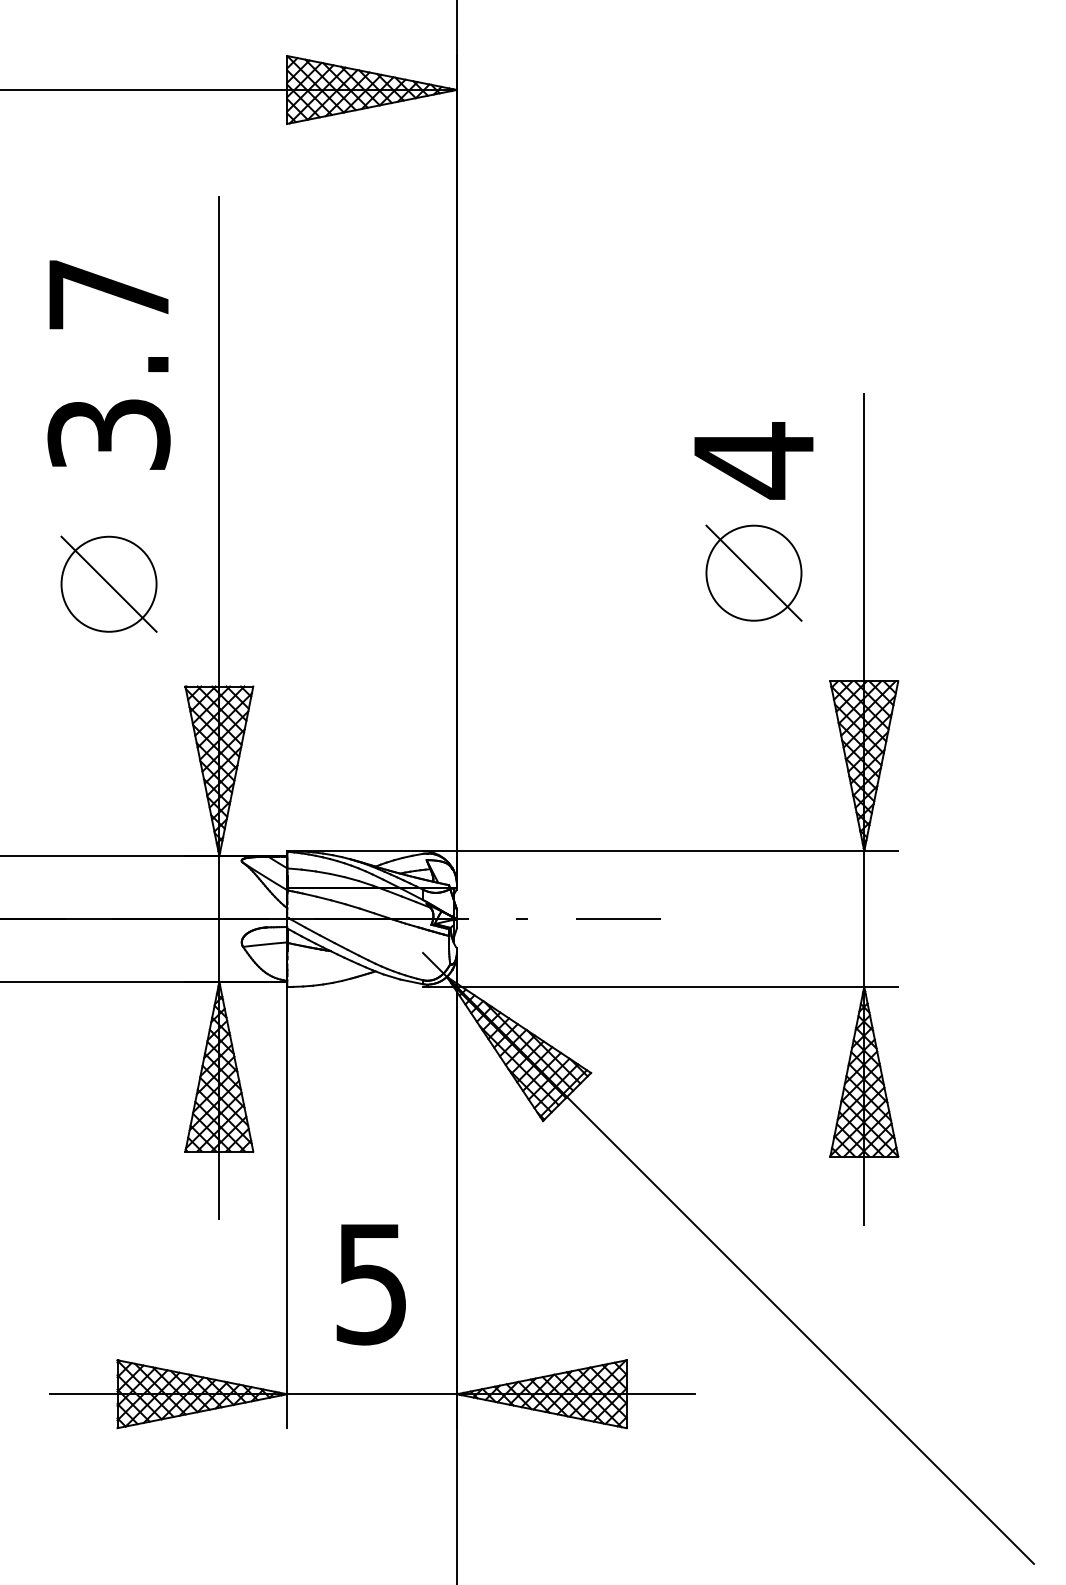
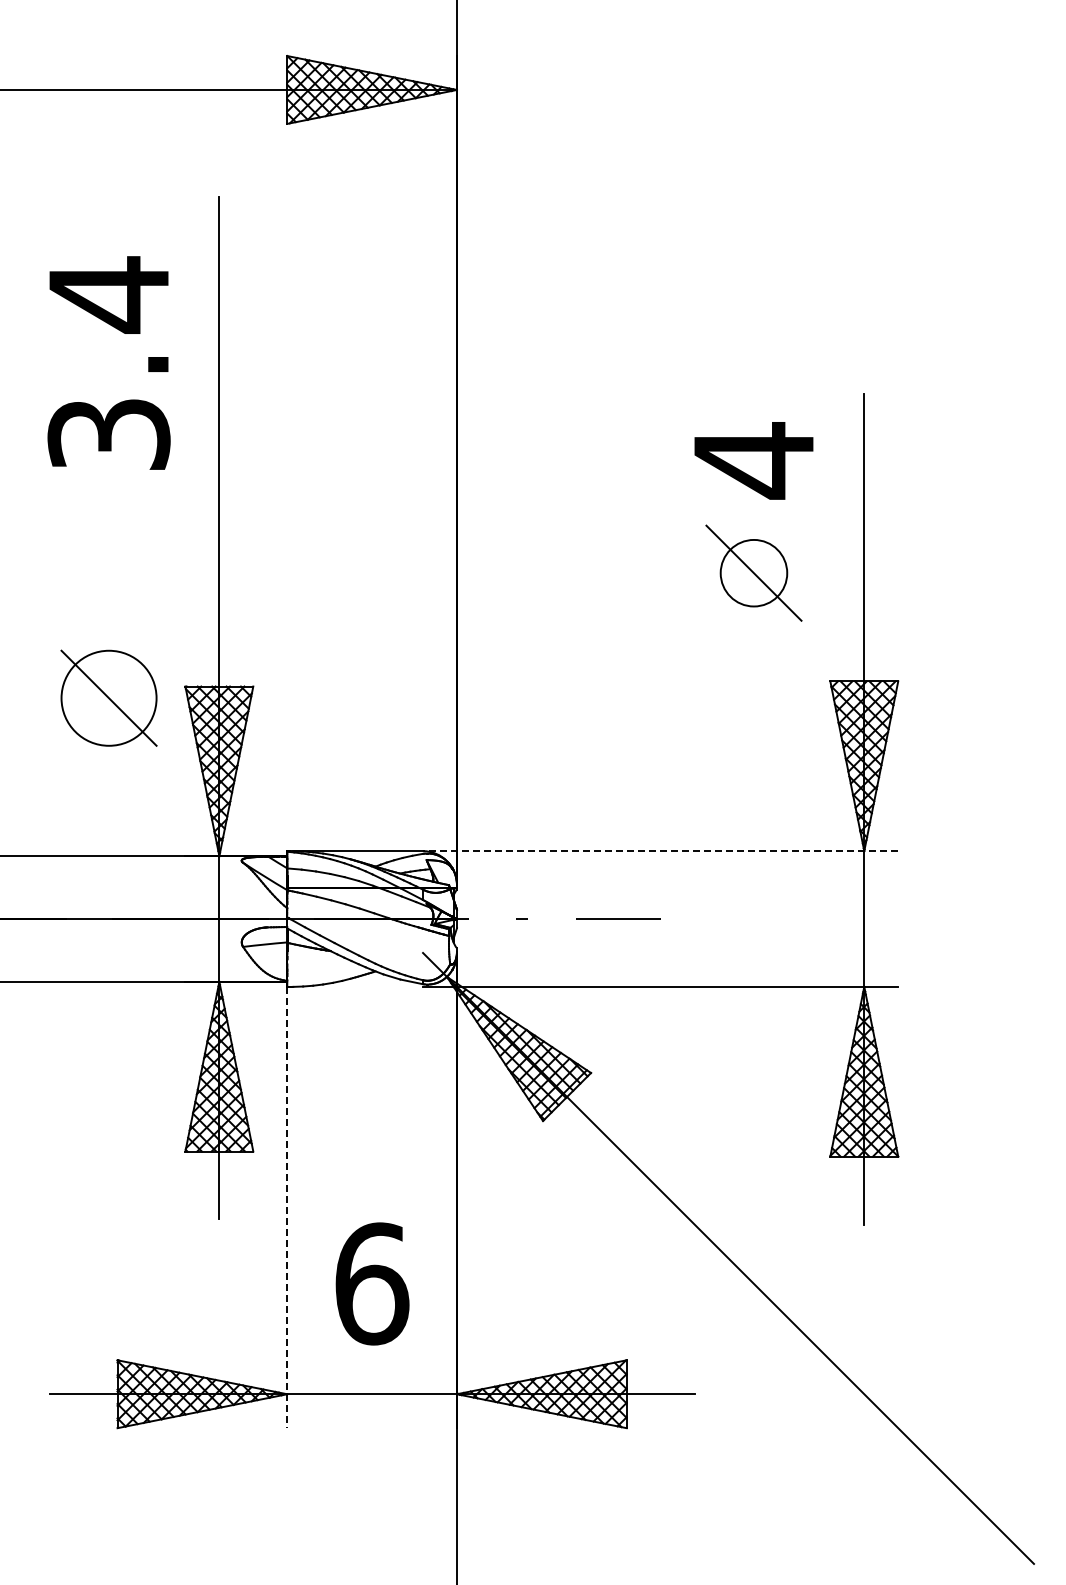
text at (108, 294): 3.7 -> 3.4
circle at (753, 572) diameter: 95 px -> 67 px
part at (108, 583) position: (108, 583) -> (108, 697)
line at (660, 851): solid -> dashed
line at (287, 1207): solid -> dashed
text at (372, 1283): 5 -> 6
